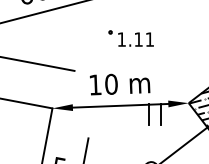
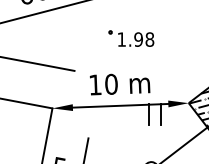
text at (144, 39): 1.11 -> 1.98
